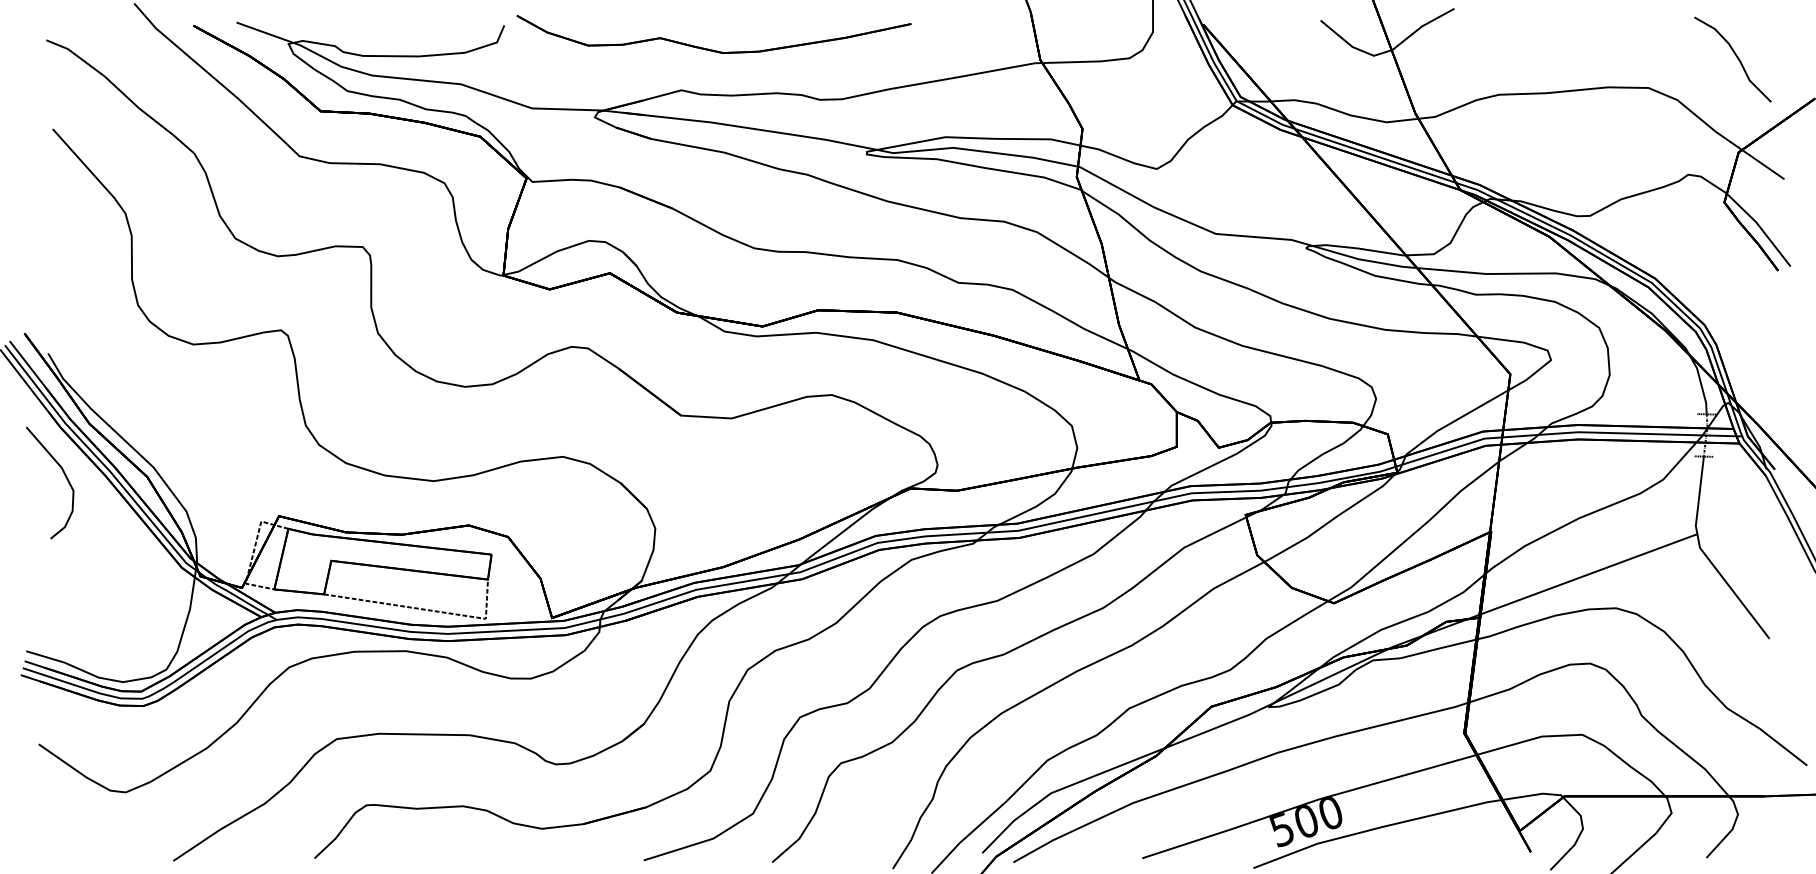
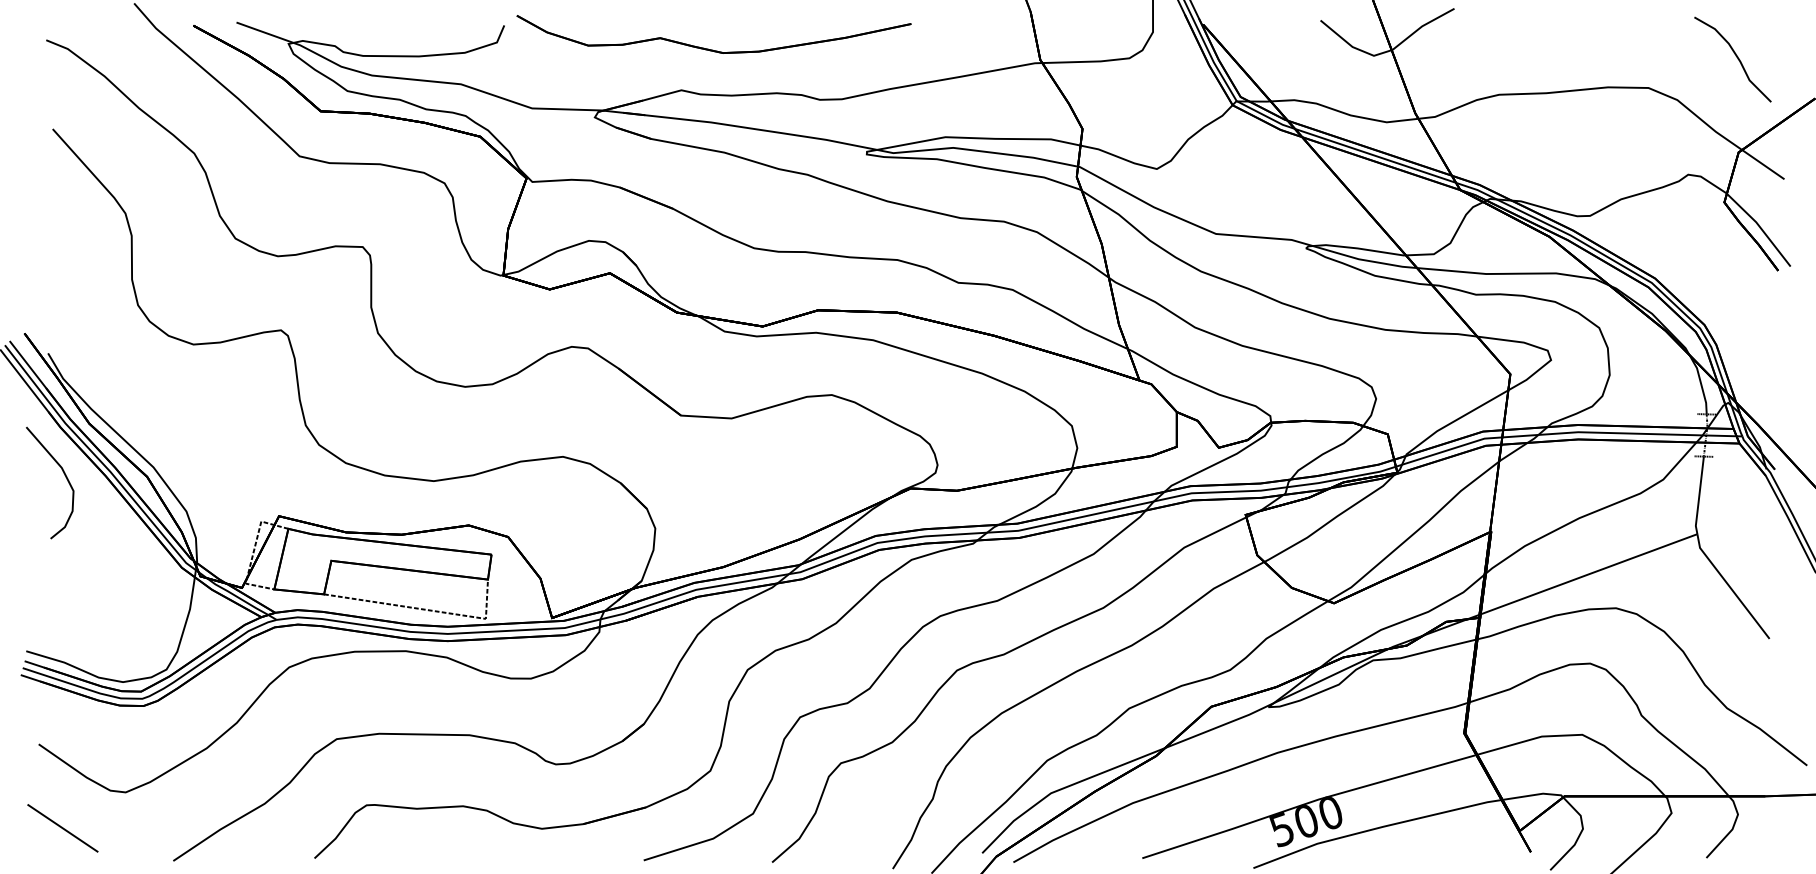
line at (62, 828): none -> present
